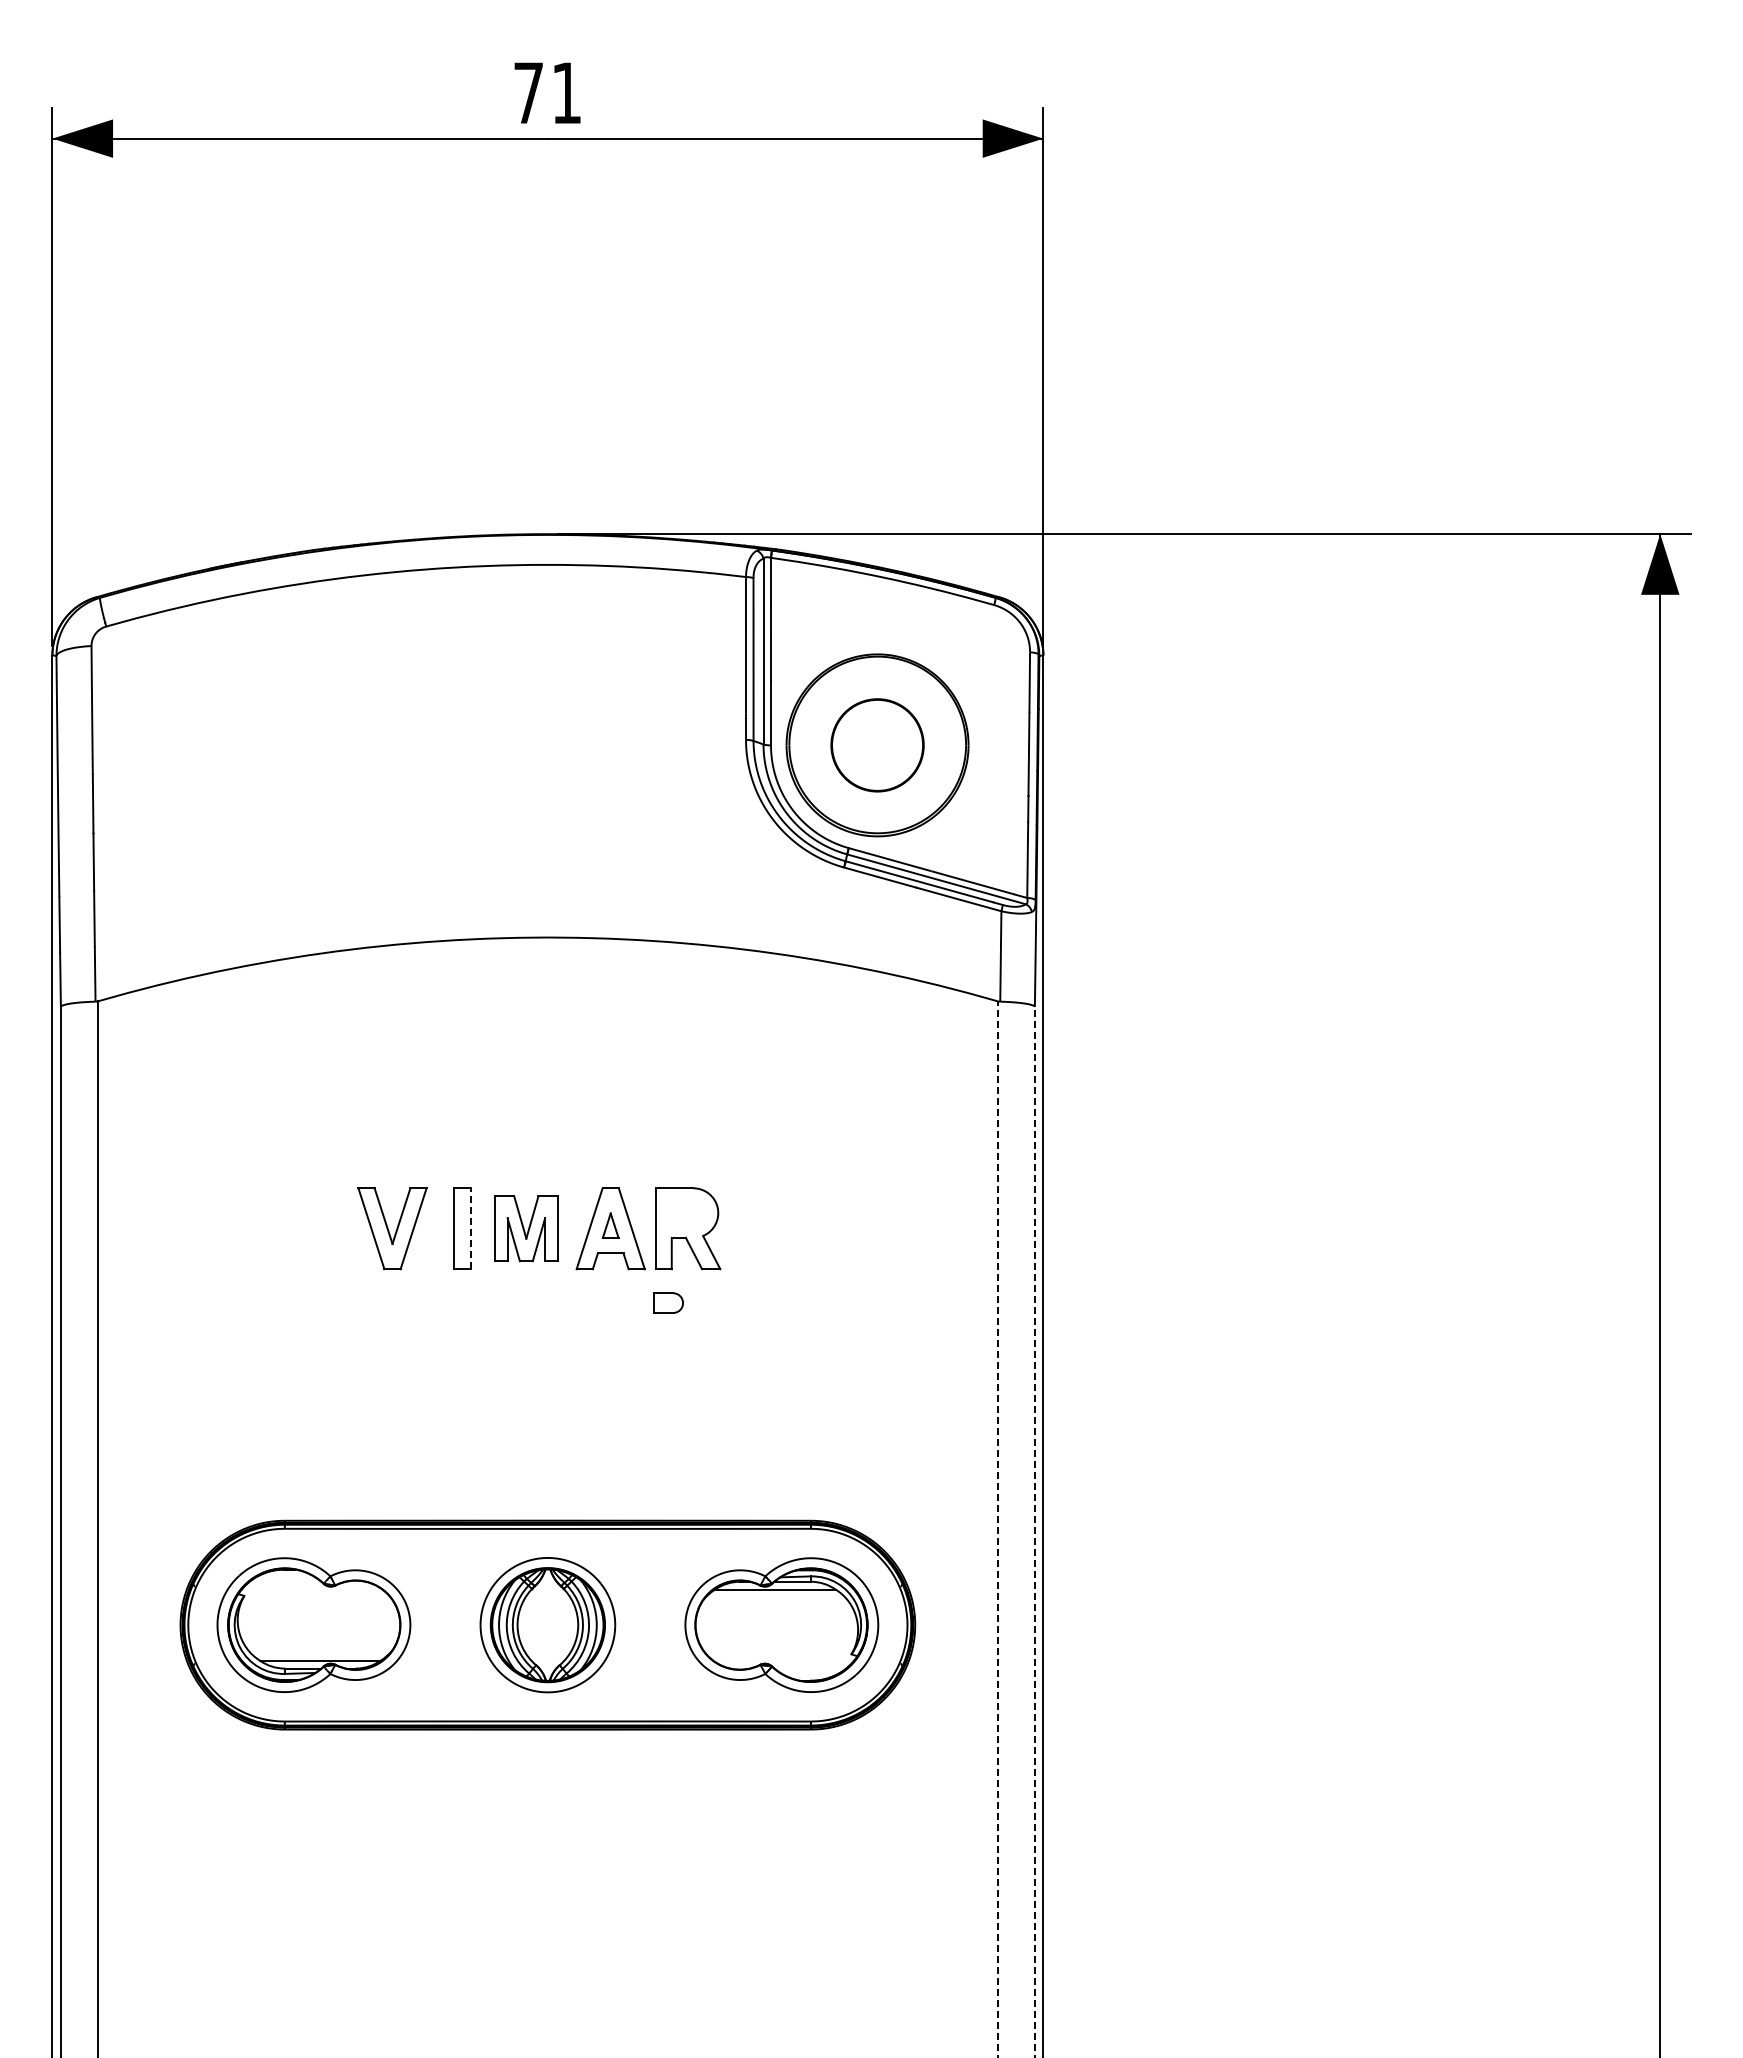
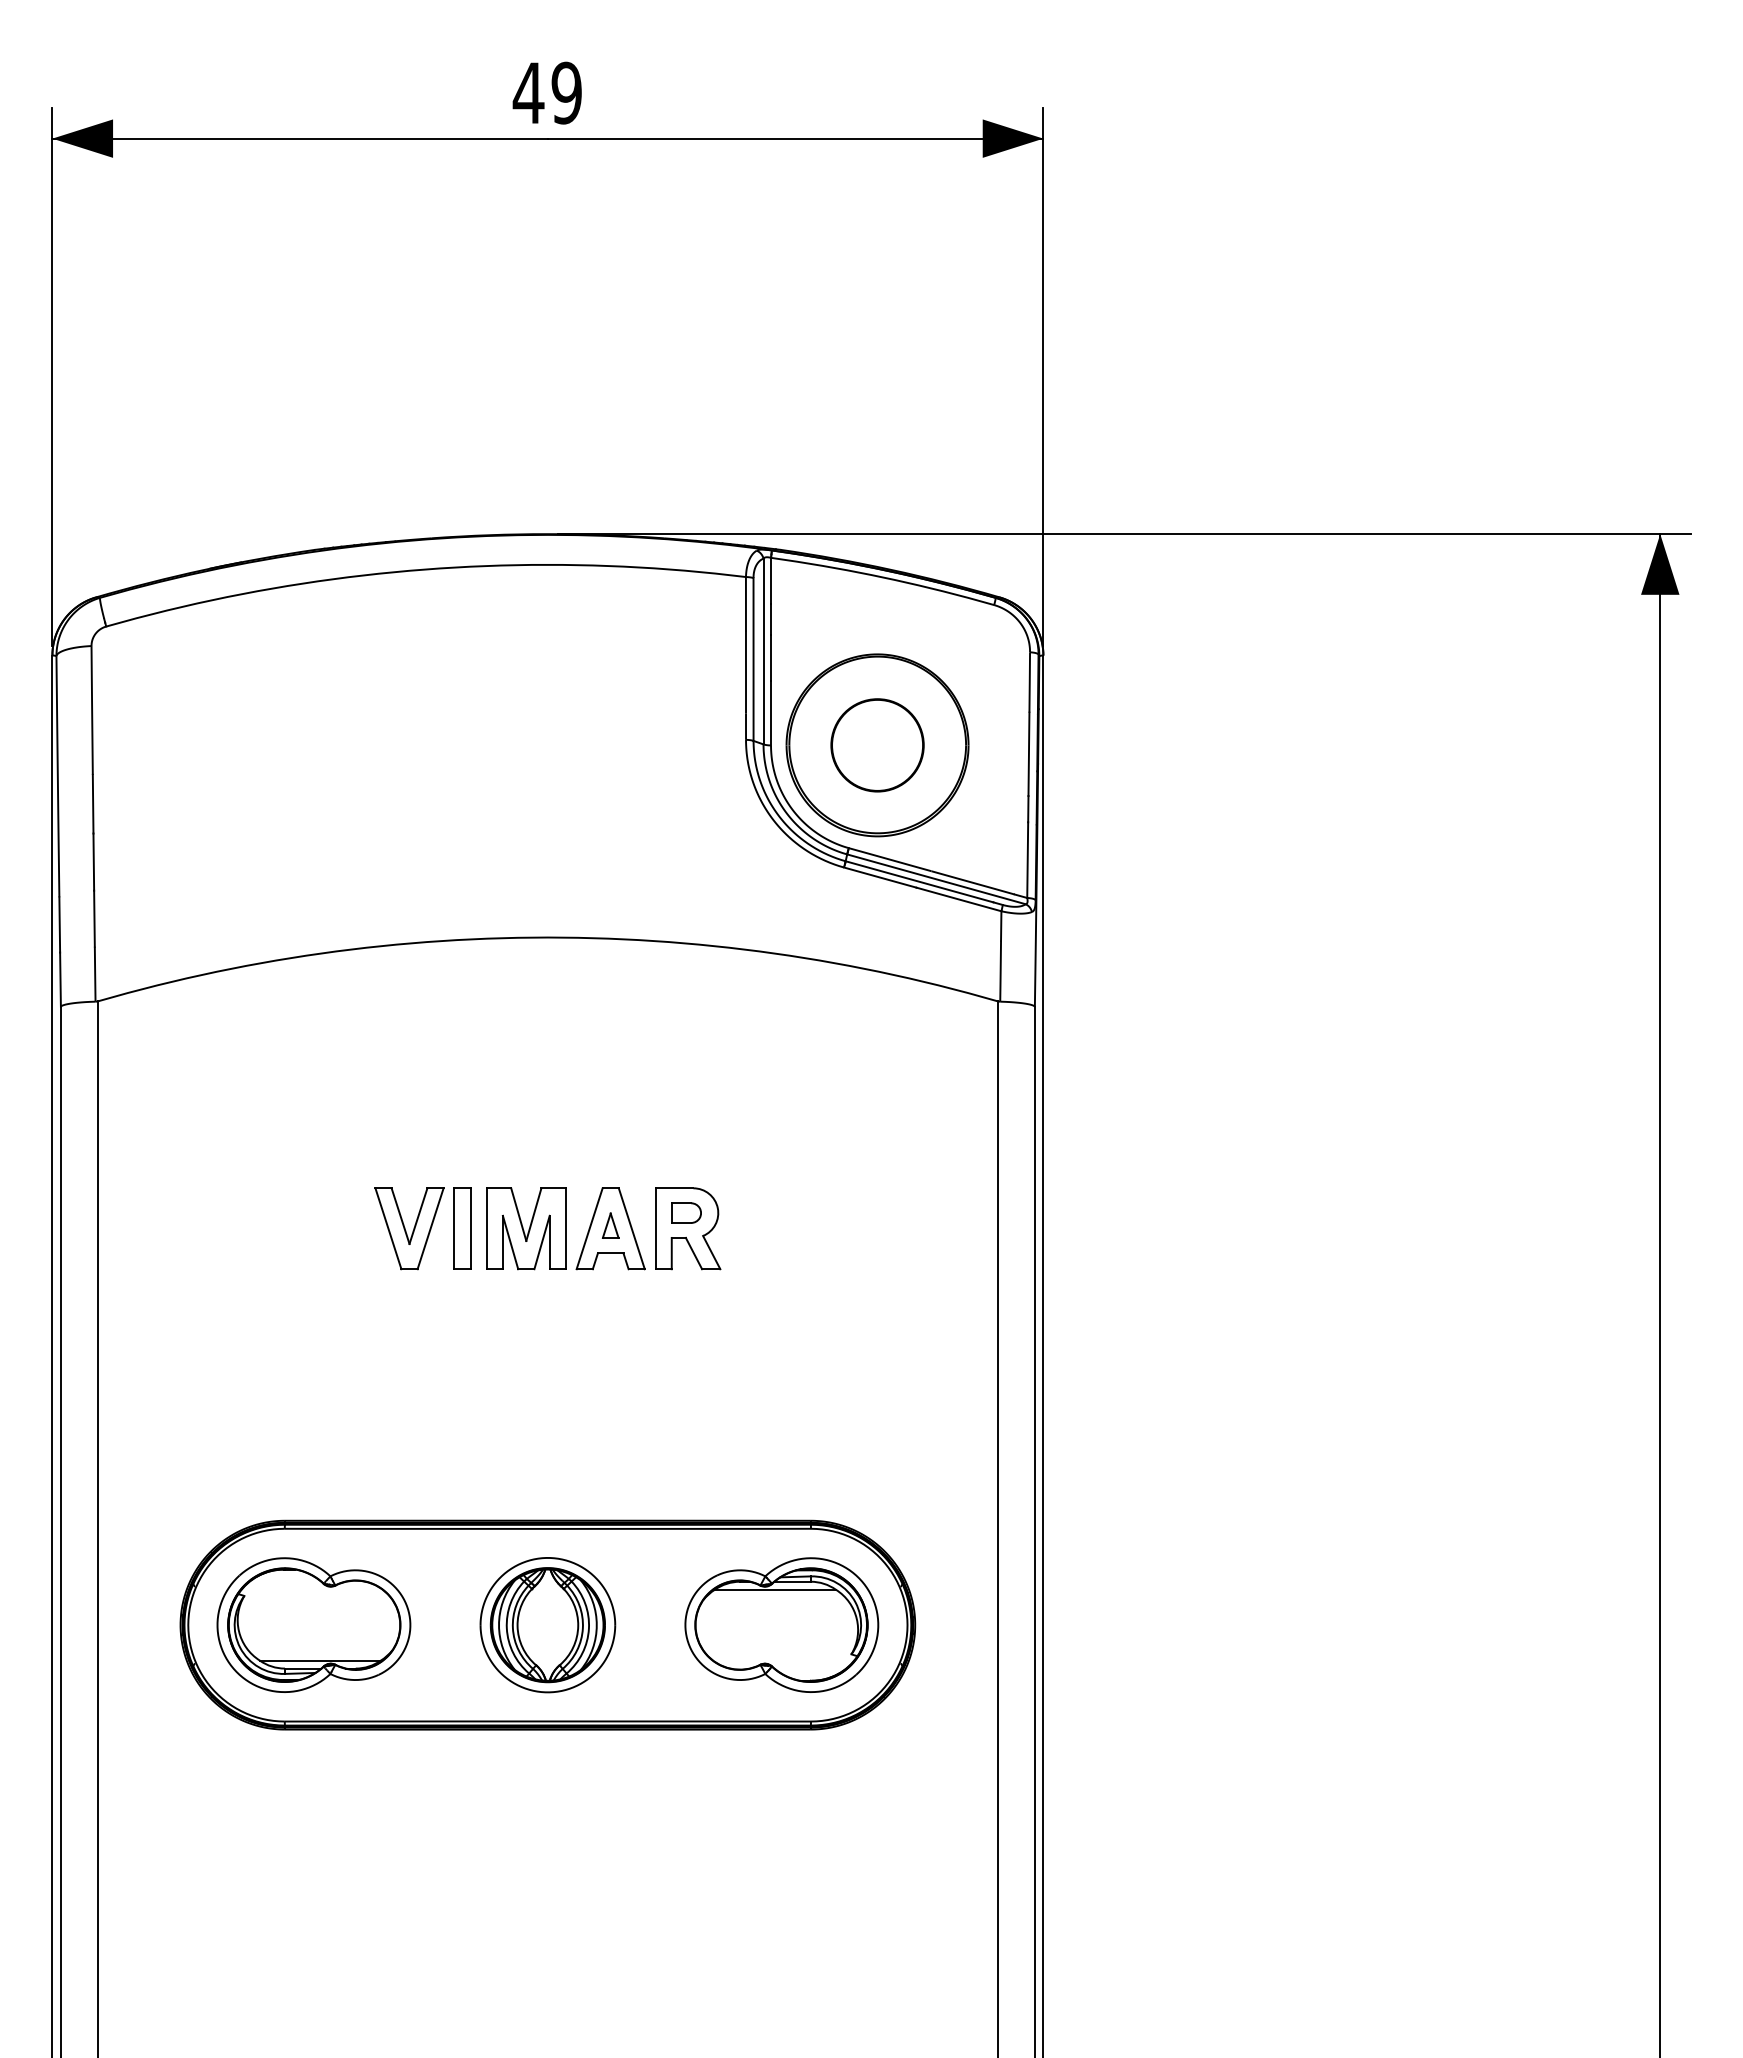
text at (546, 92): 71 -> 49
part at (392, 1228) position: (392, 1228) -> (409, 1228)
line at (470, 1228): dashed -> solid
part at (526, 1228) size: 65x68 px -> 81x84 px
part at (668, 1302) position: (668, 1302) -> (686, 1212)
line at (997, 1529): dashed -> solid
line at (1034, 1531): dashed -> solid
